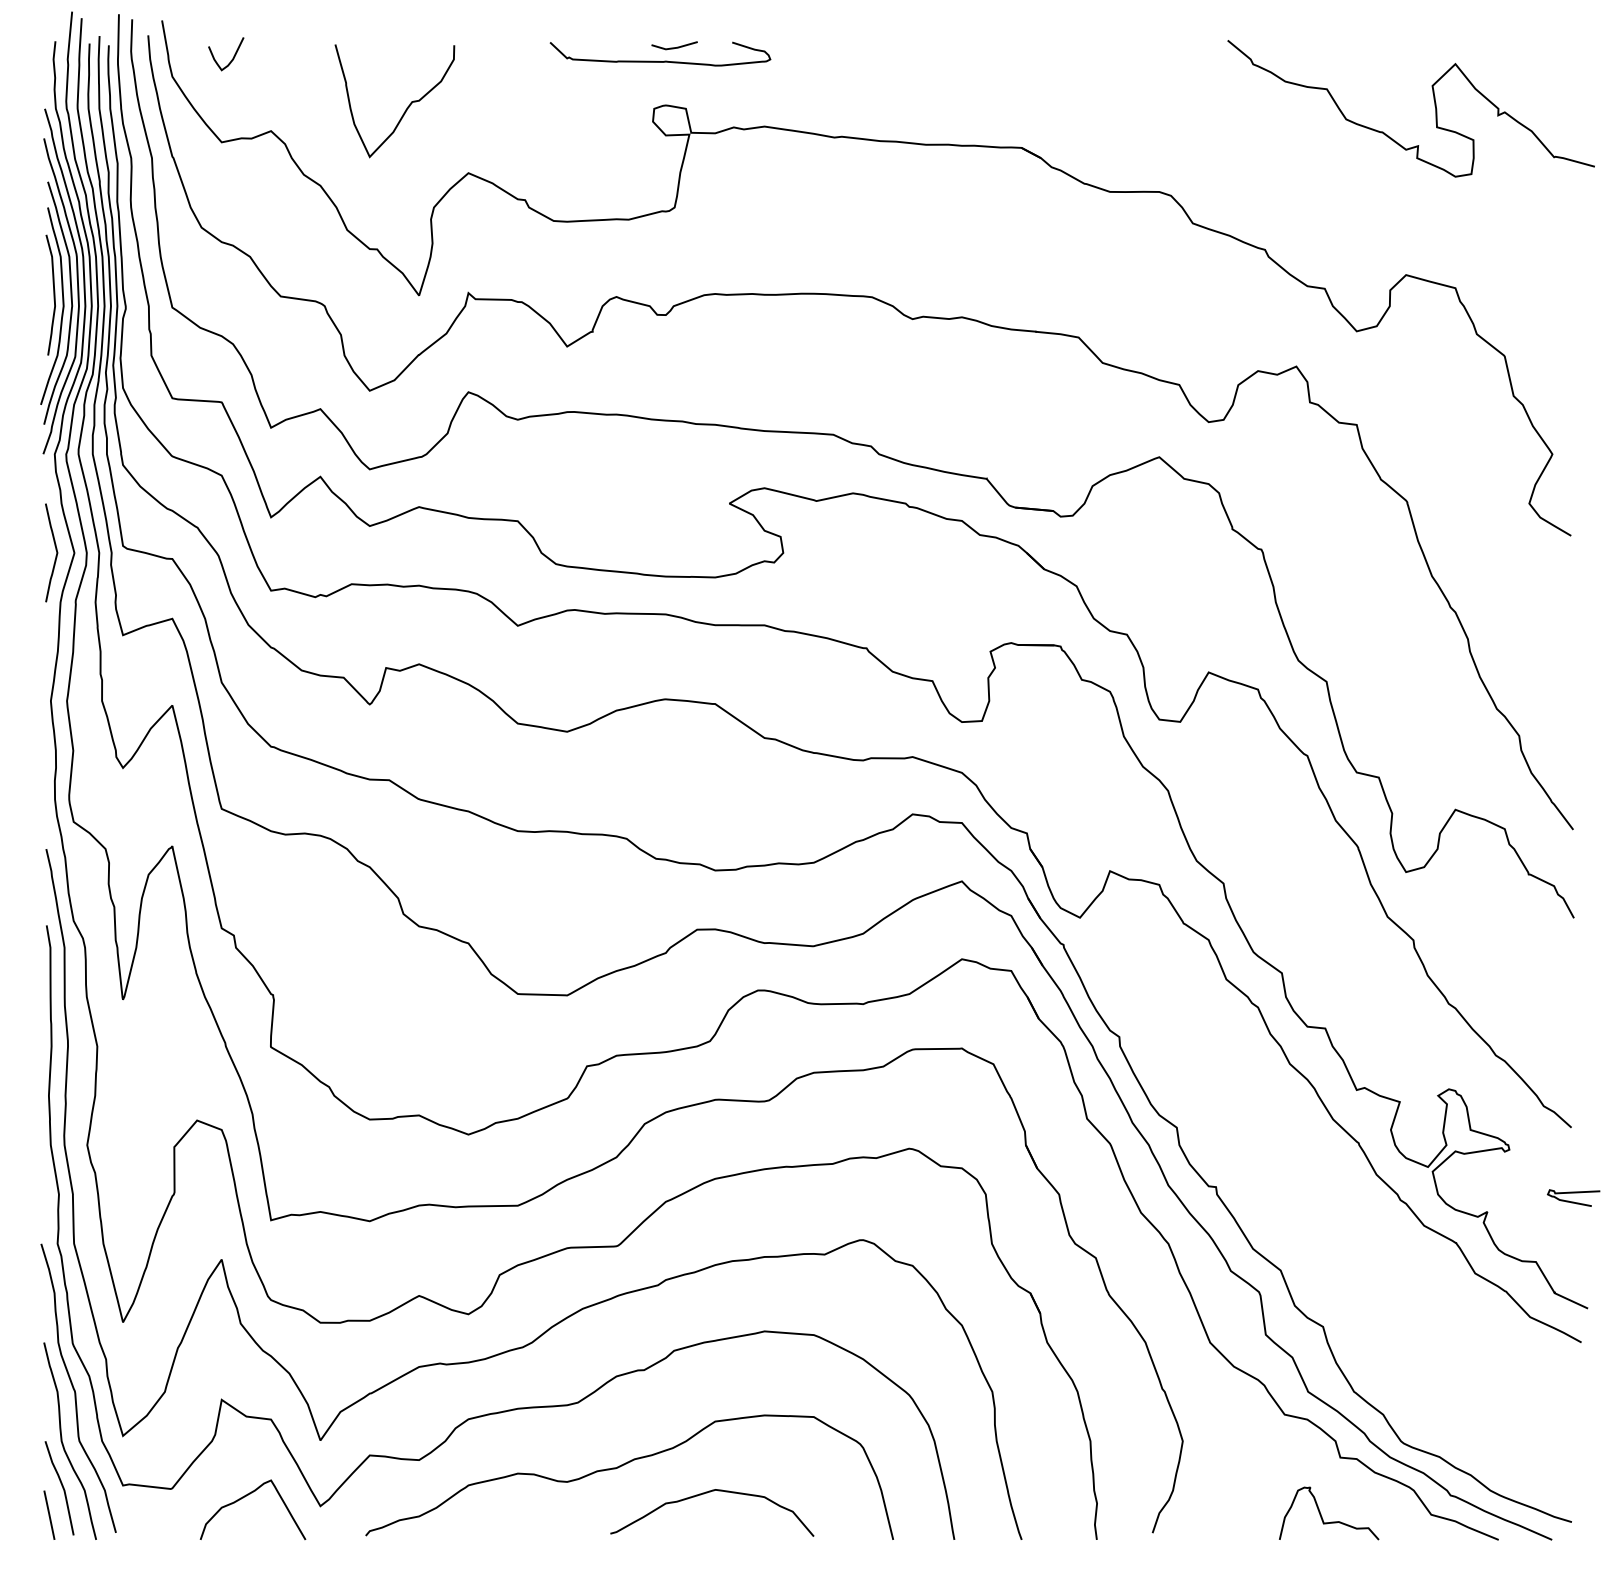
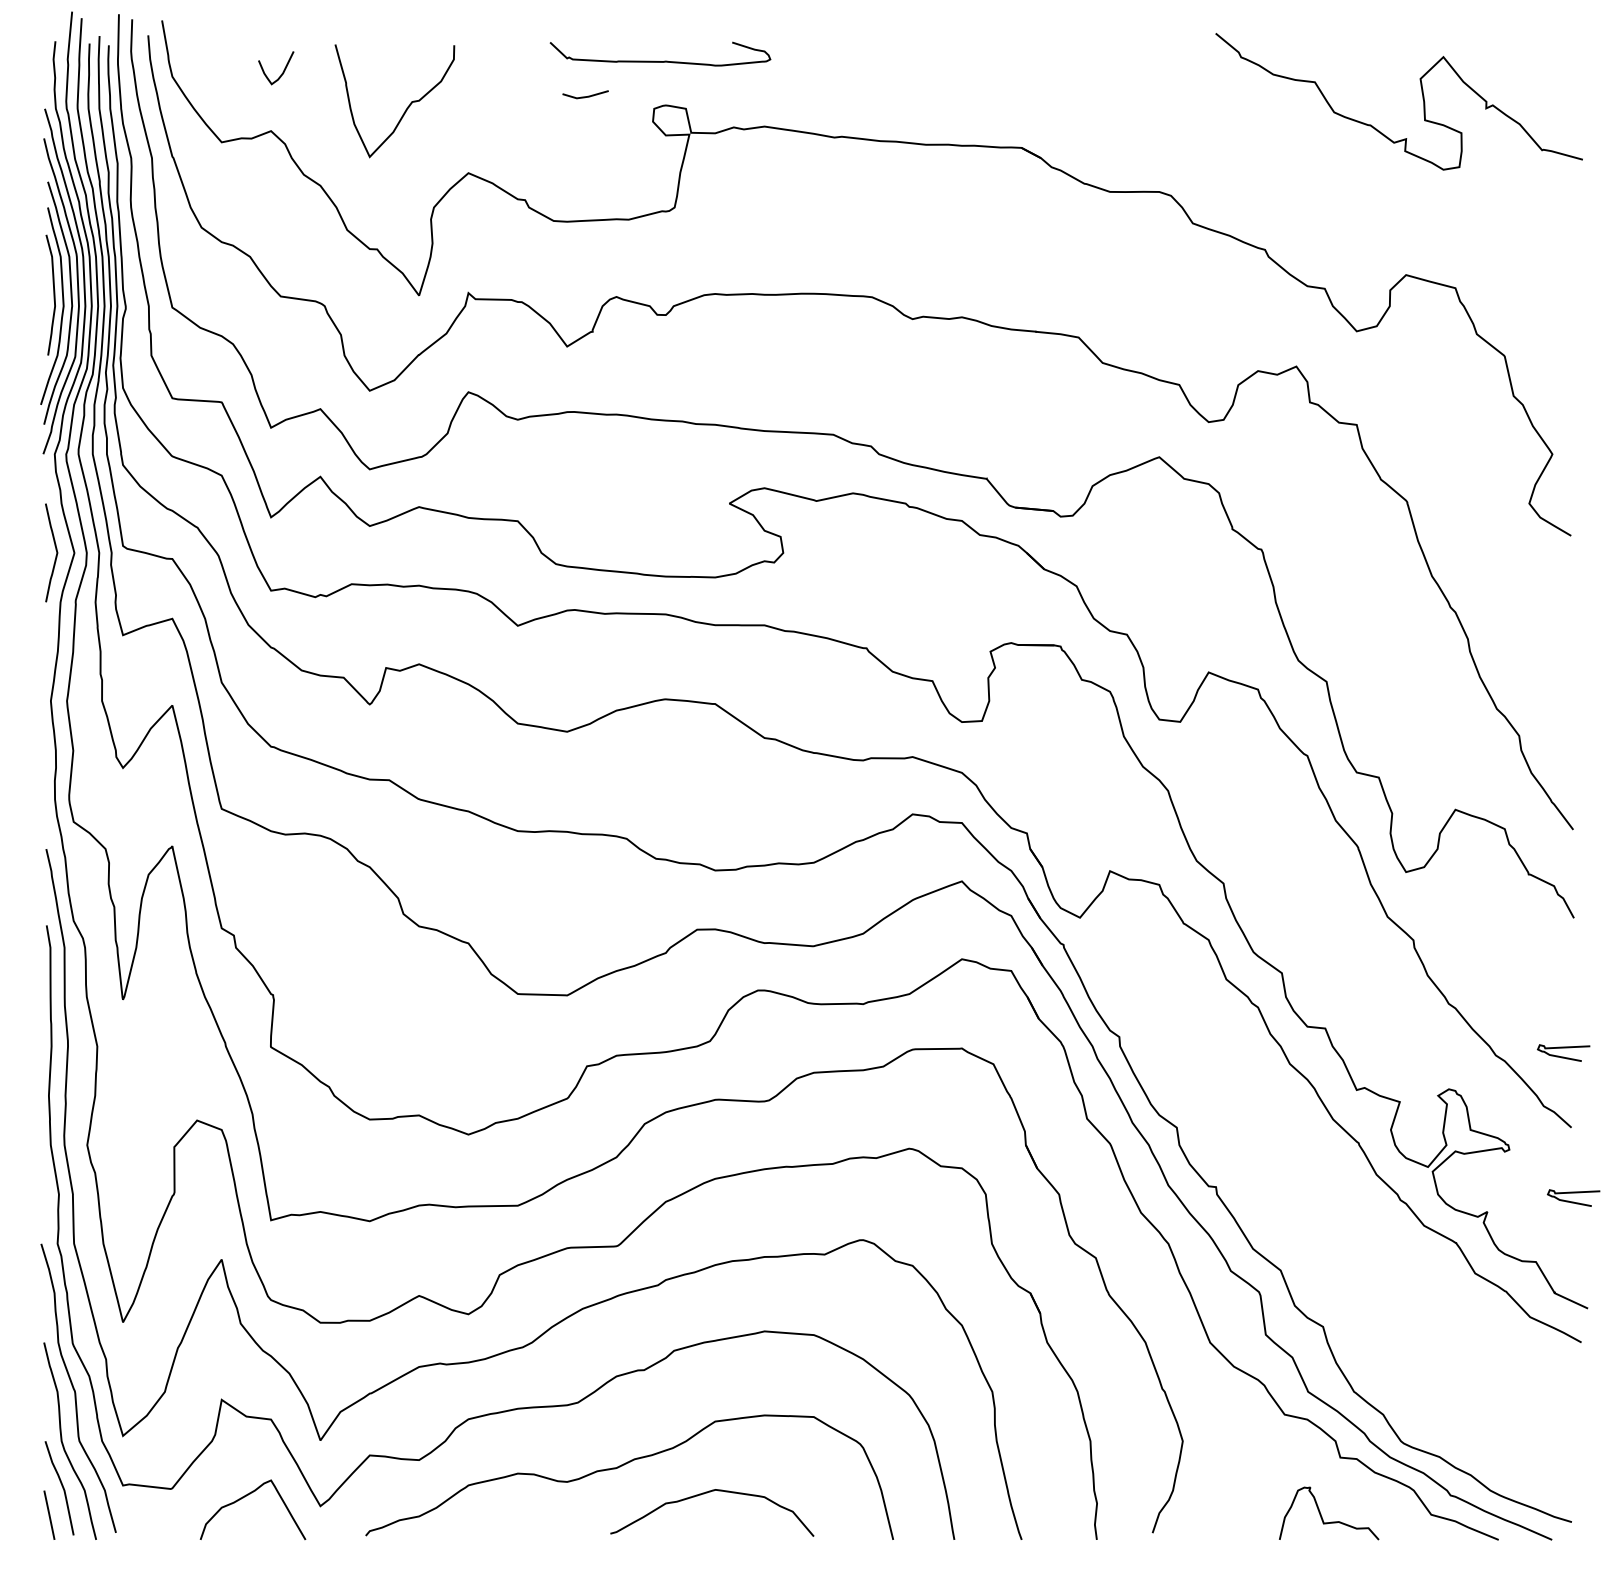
line at (674, 47) position: (674, 47) -> (585, 96)
curve at (231, 59) position: (231, 59) -> (281, 73)
curve at (1434, 106) position: (1434, 106) -> (1422, 99)
curve at (1563, 1048): none -> present
